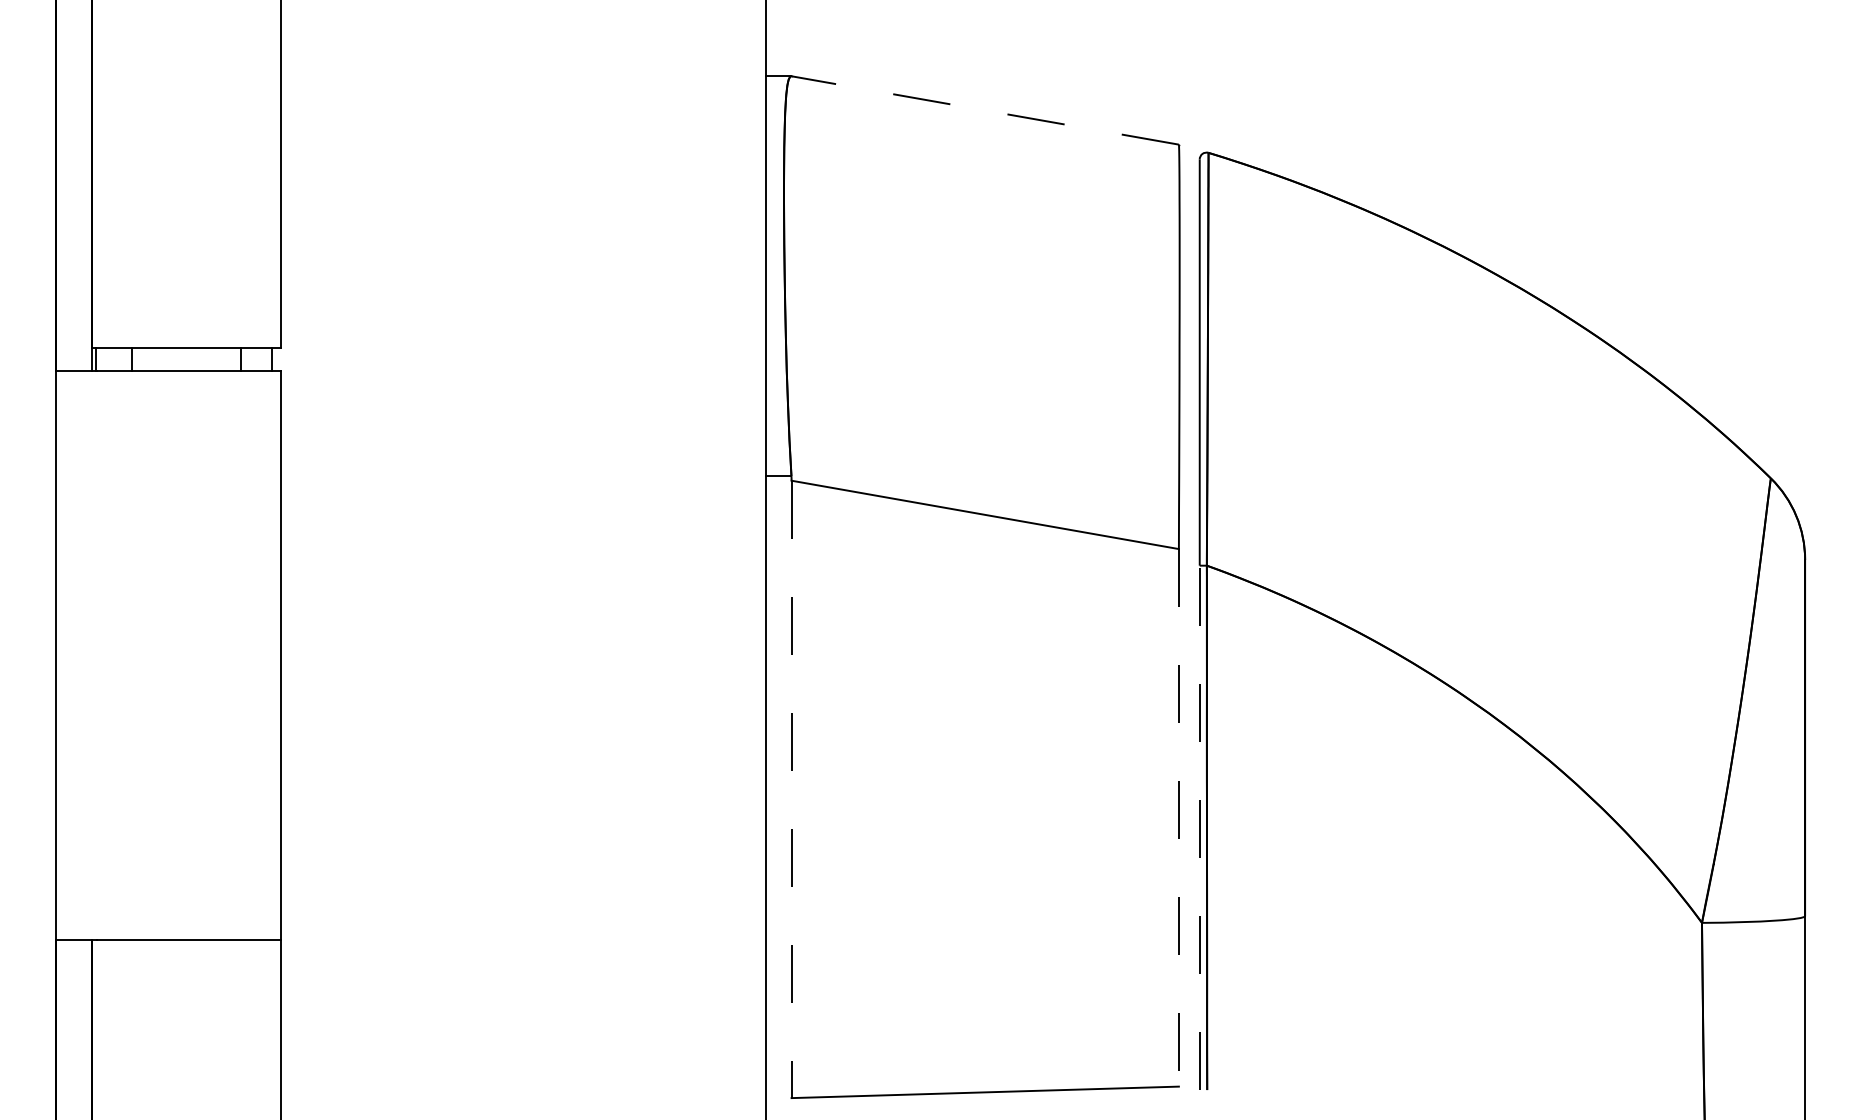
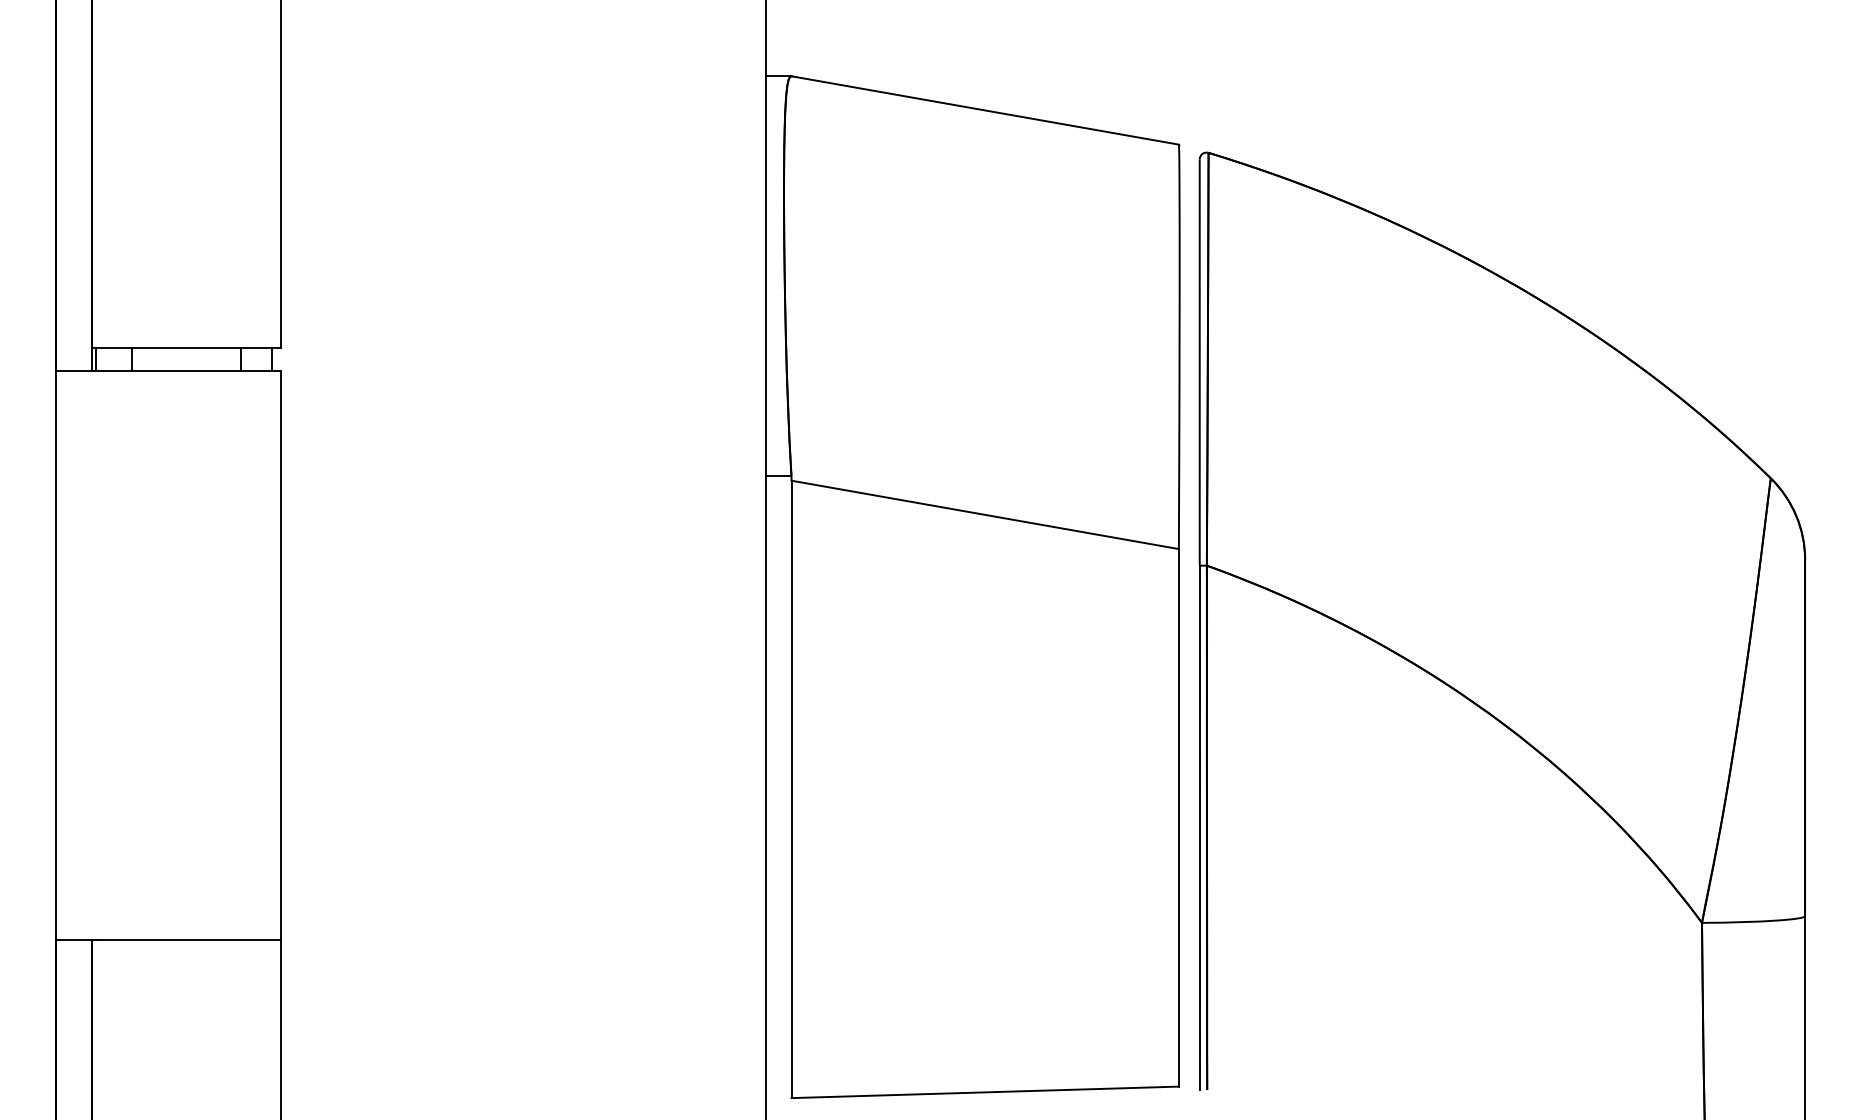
line at (985, 110): dashed -> solid
line at (791, 789): dashed -> solid
line at (1178, 817): dashed -> solid
line at (1199, 827): dashed -> solid
